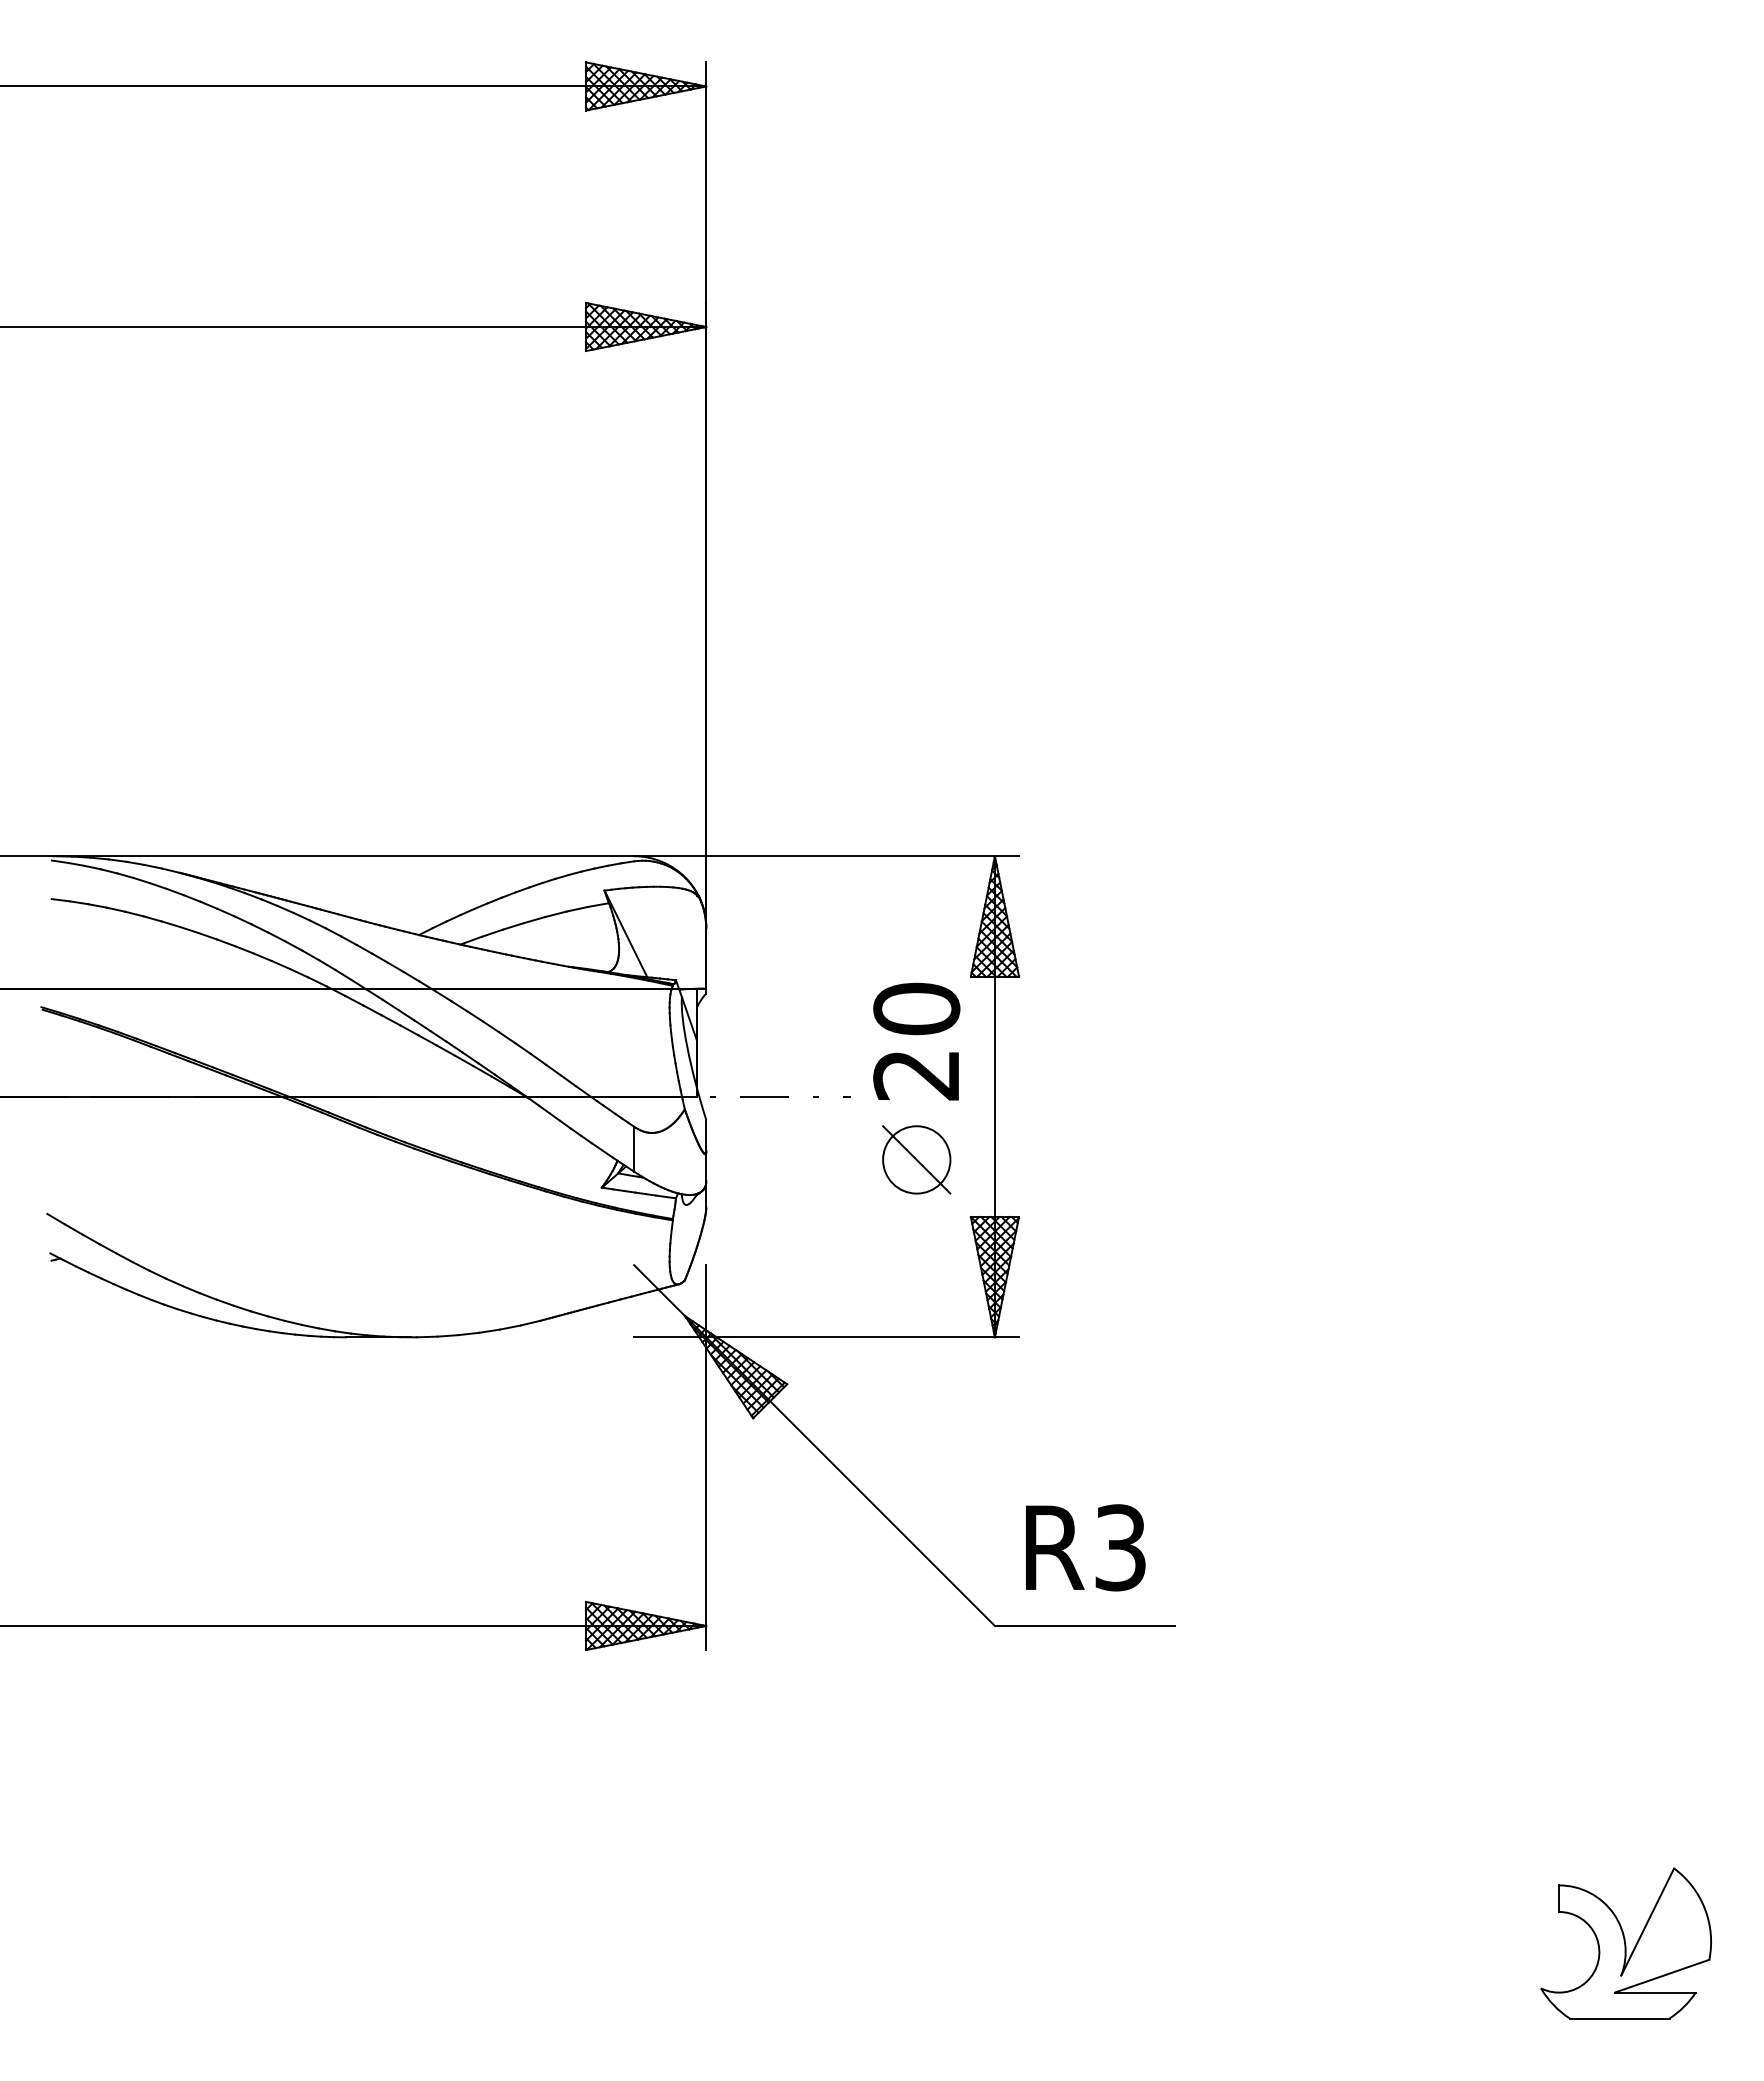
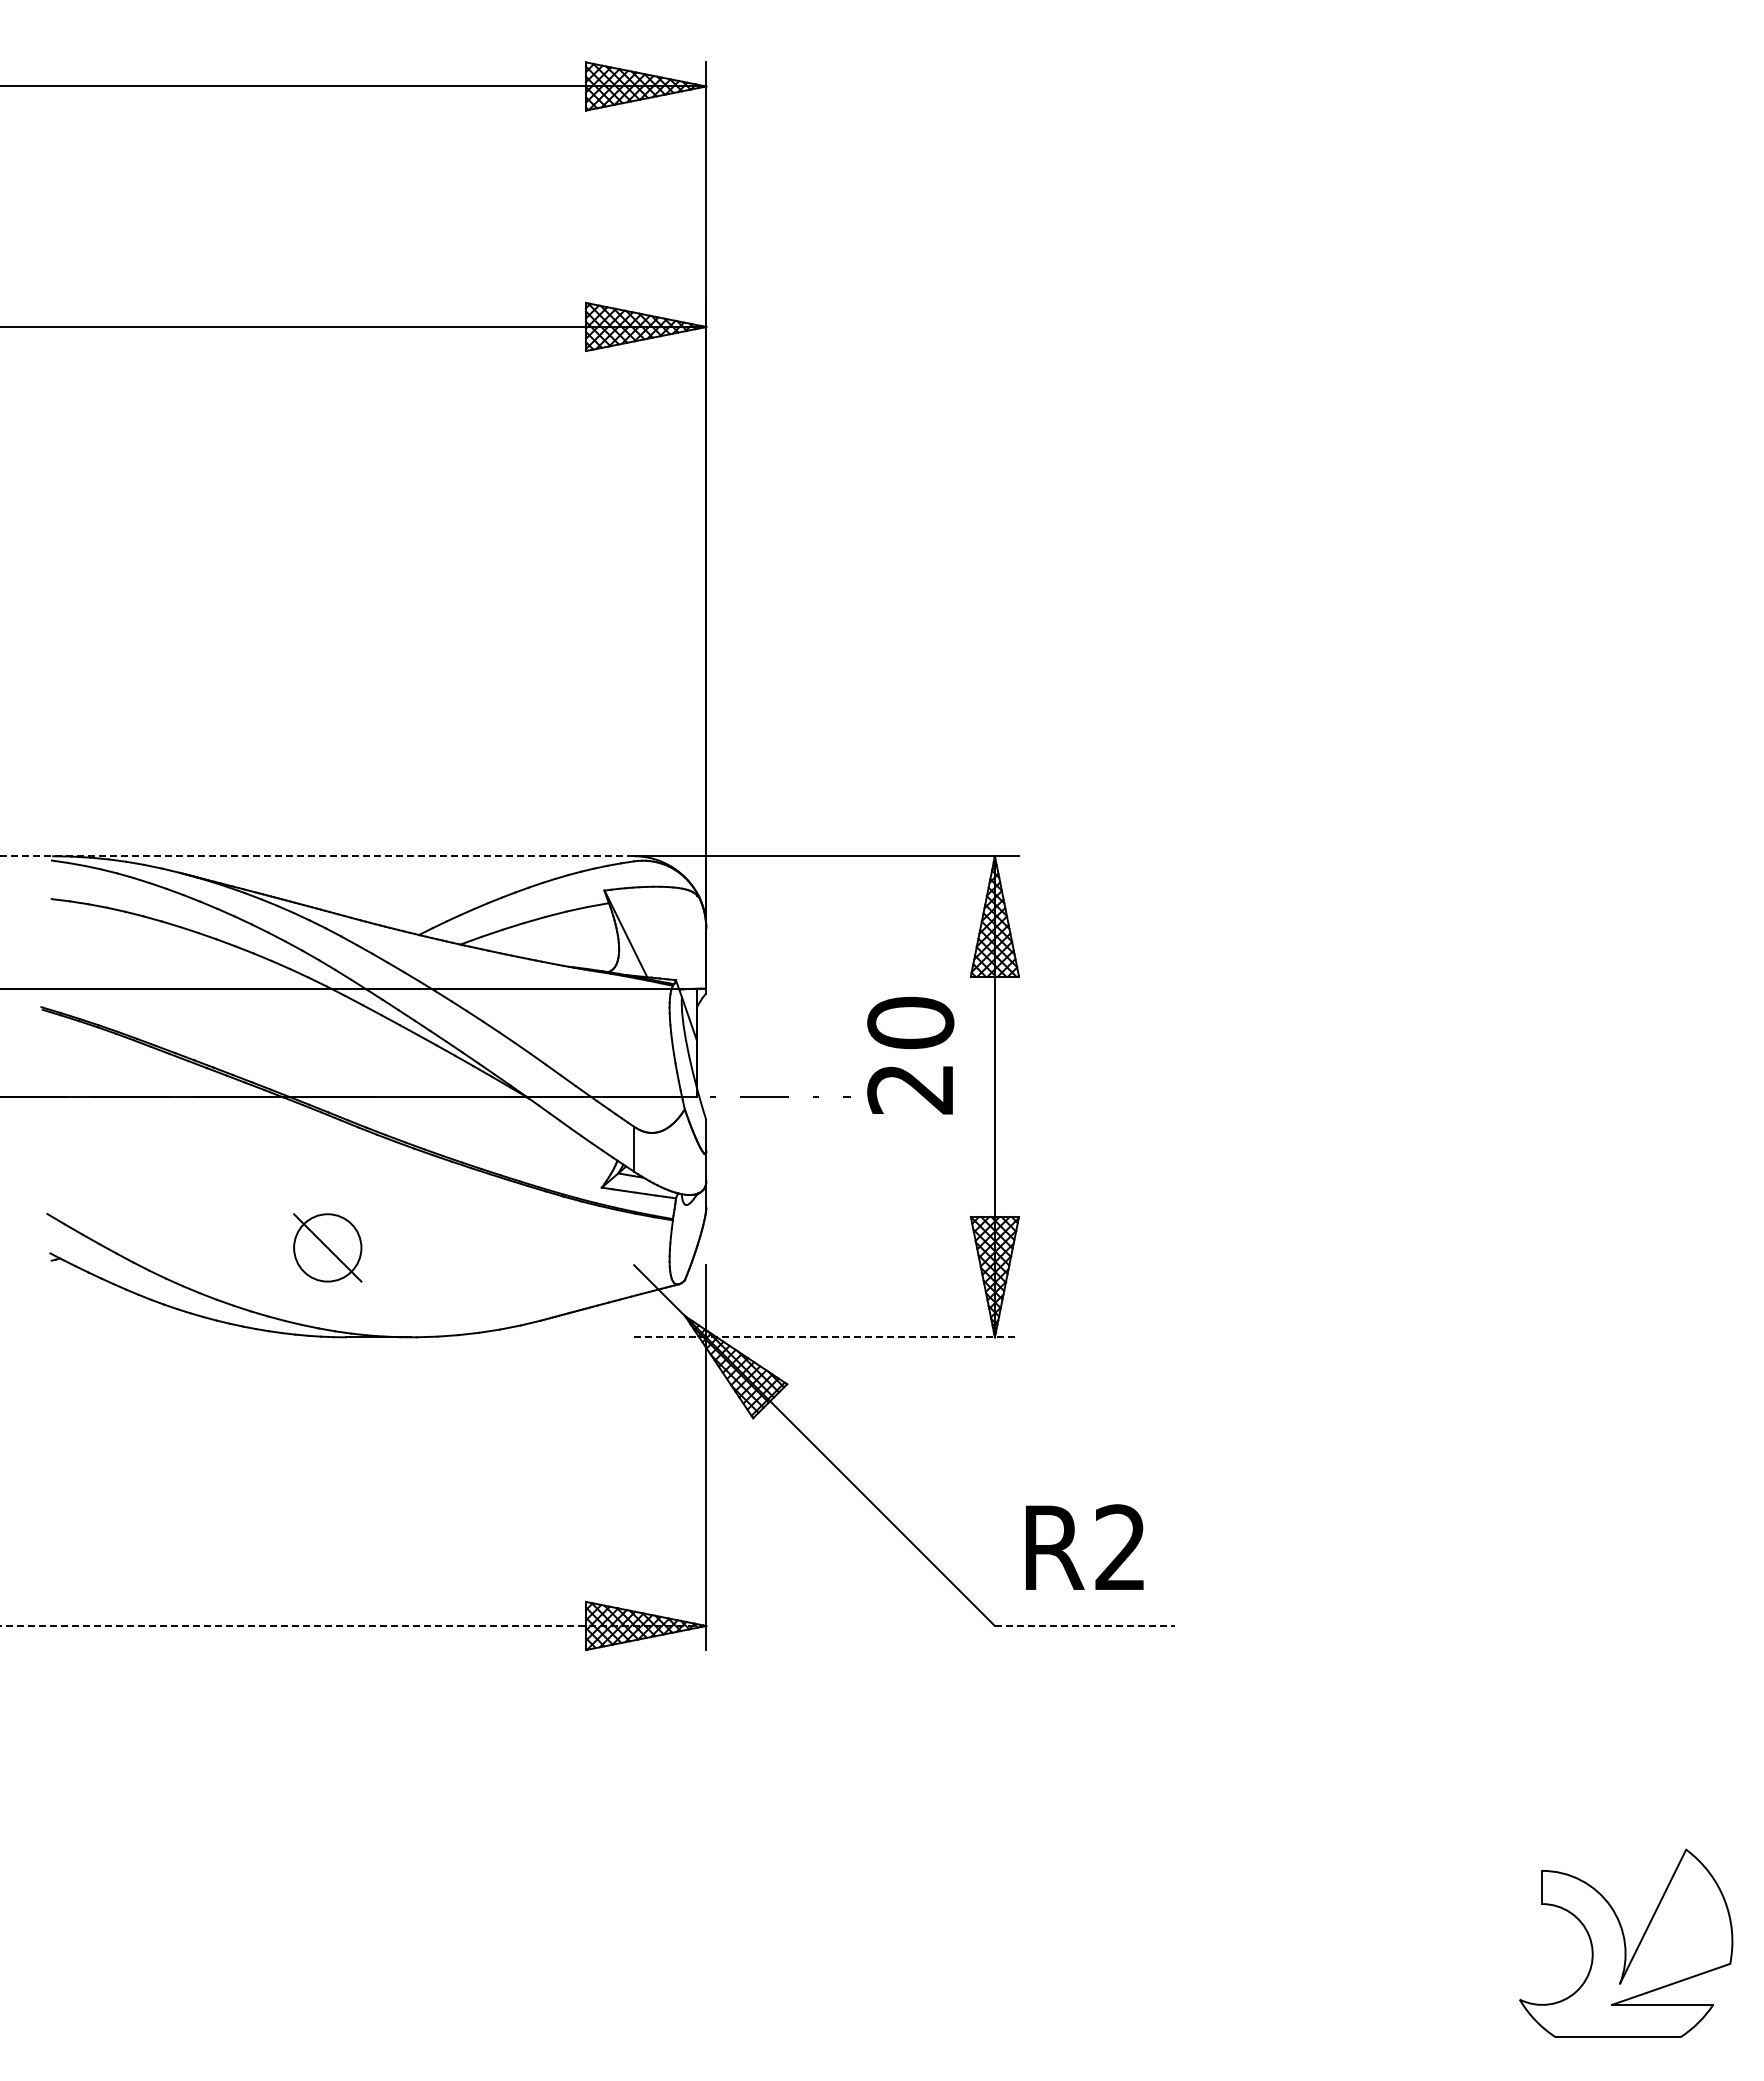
line at (317, 856): solid -> dashed
text at (916, 1041) position: (916, 1041) -> (910, 1055)
part at (916, 1159) position: (916, 1159) -> (327, 1247)
line at (827, 1337): solid -> dashed
text at (1120, 1547): R3 -> R2
line at (353, 1625): solid -> dashed
line at (1084, 1625): solid -> dashed
part at (1625, 1943) size: 172x153 px -> 215x190 px
